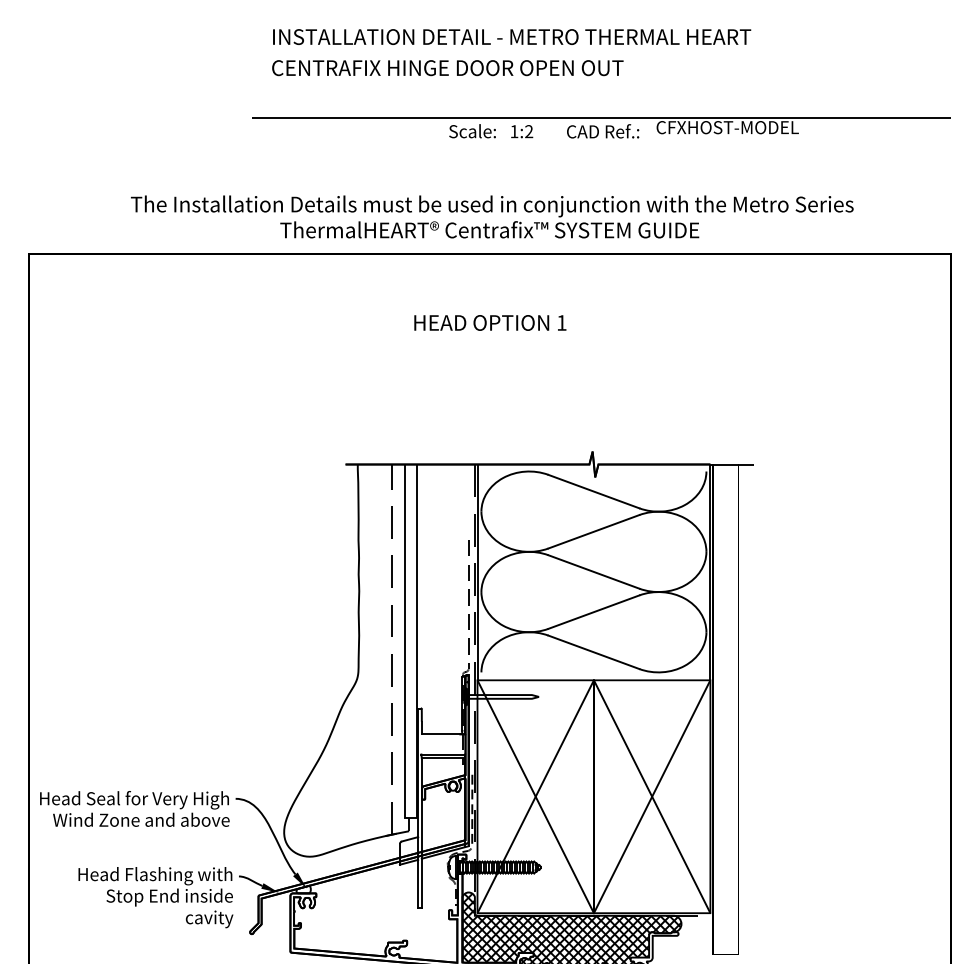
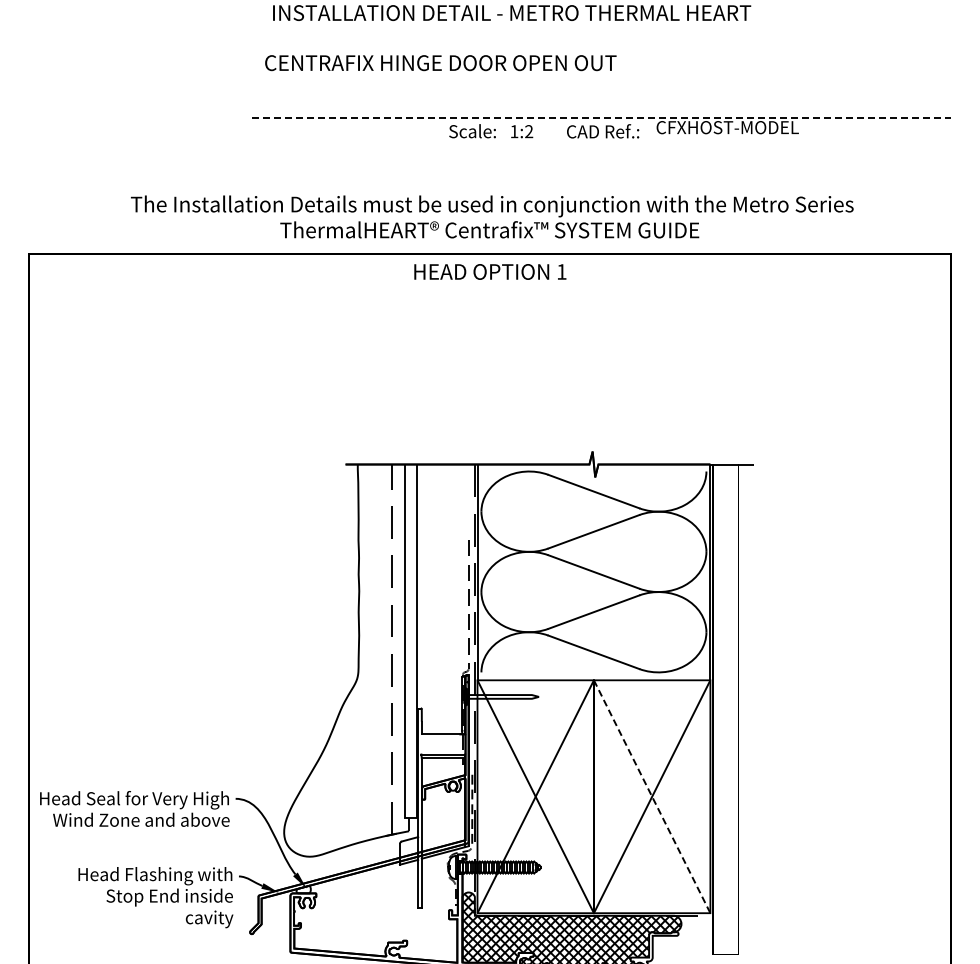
text at (512, 36) position: (512, 36) -> (512, 12)
text at (447, 68) position: (447, 68) -> (440, 63)
line at (601, 117): solid -> dashed
text at (490, 322) position: (490, 322) -> (490, 271)
line at (652, 797): solid -> dashed
